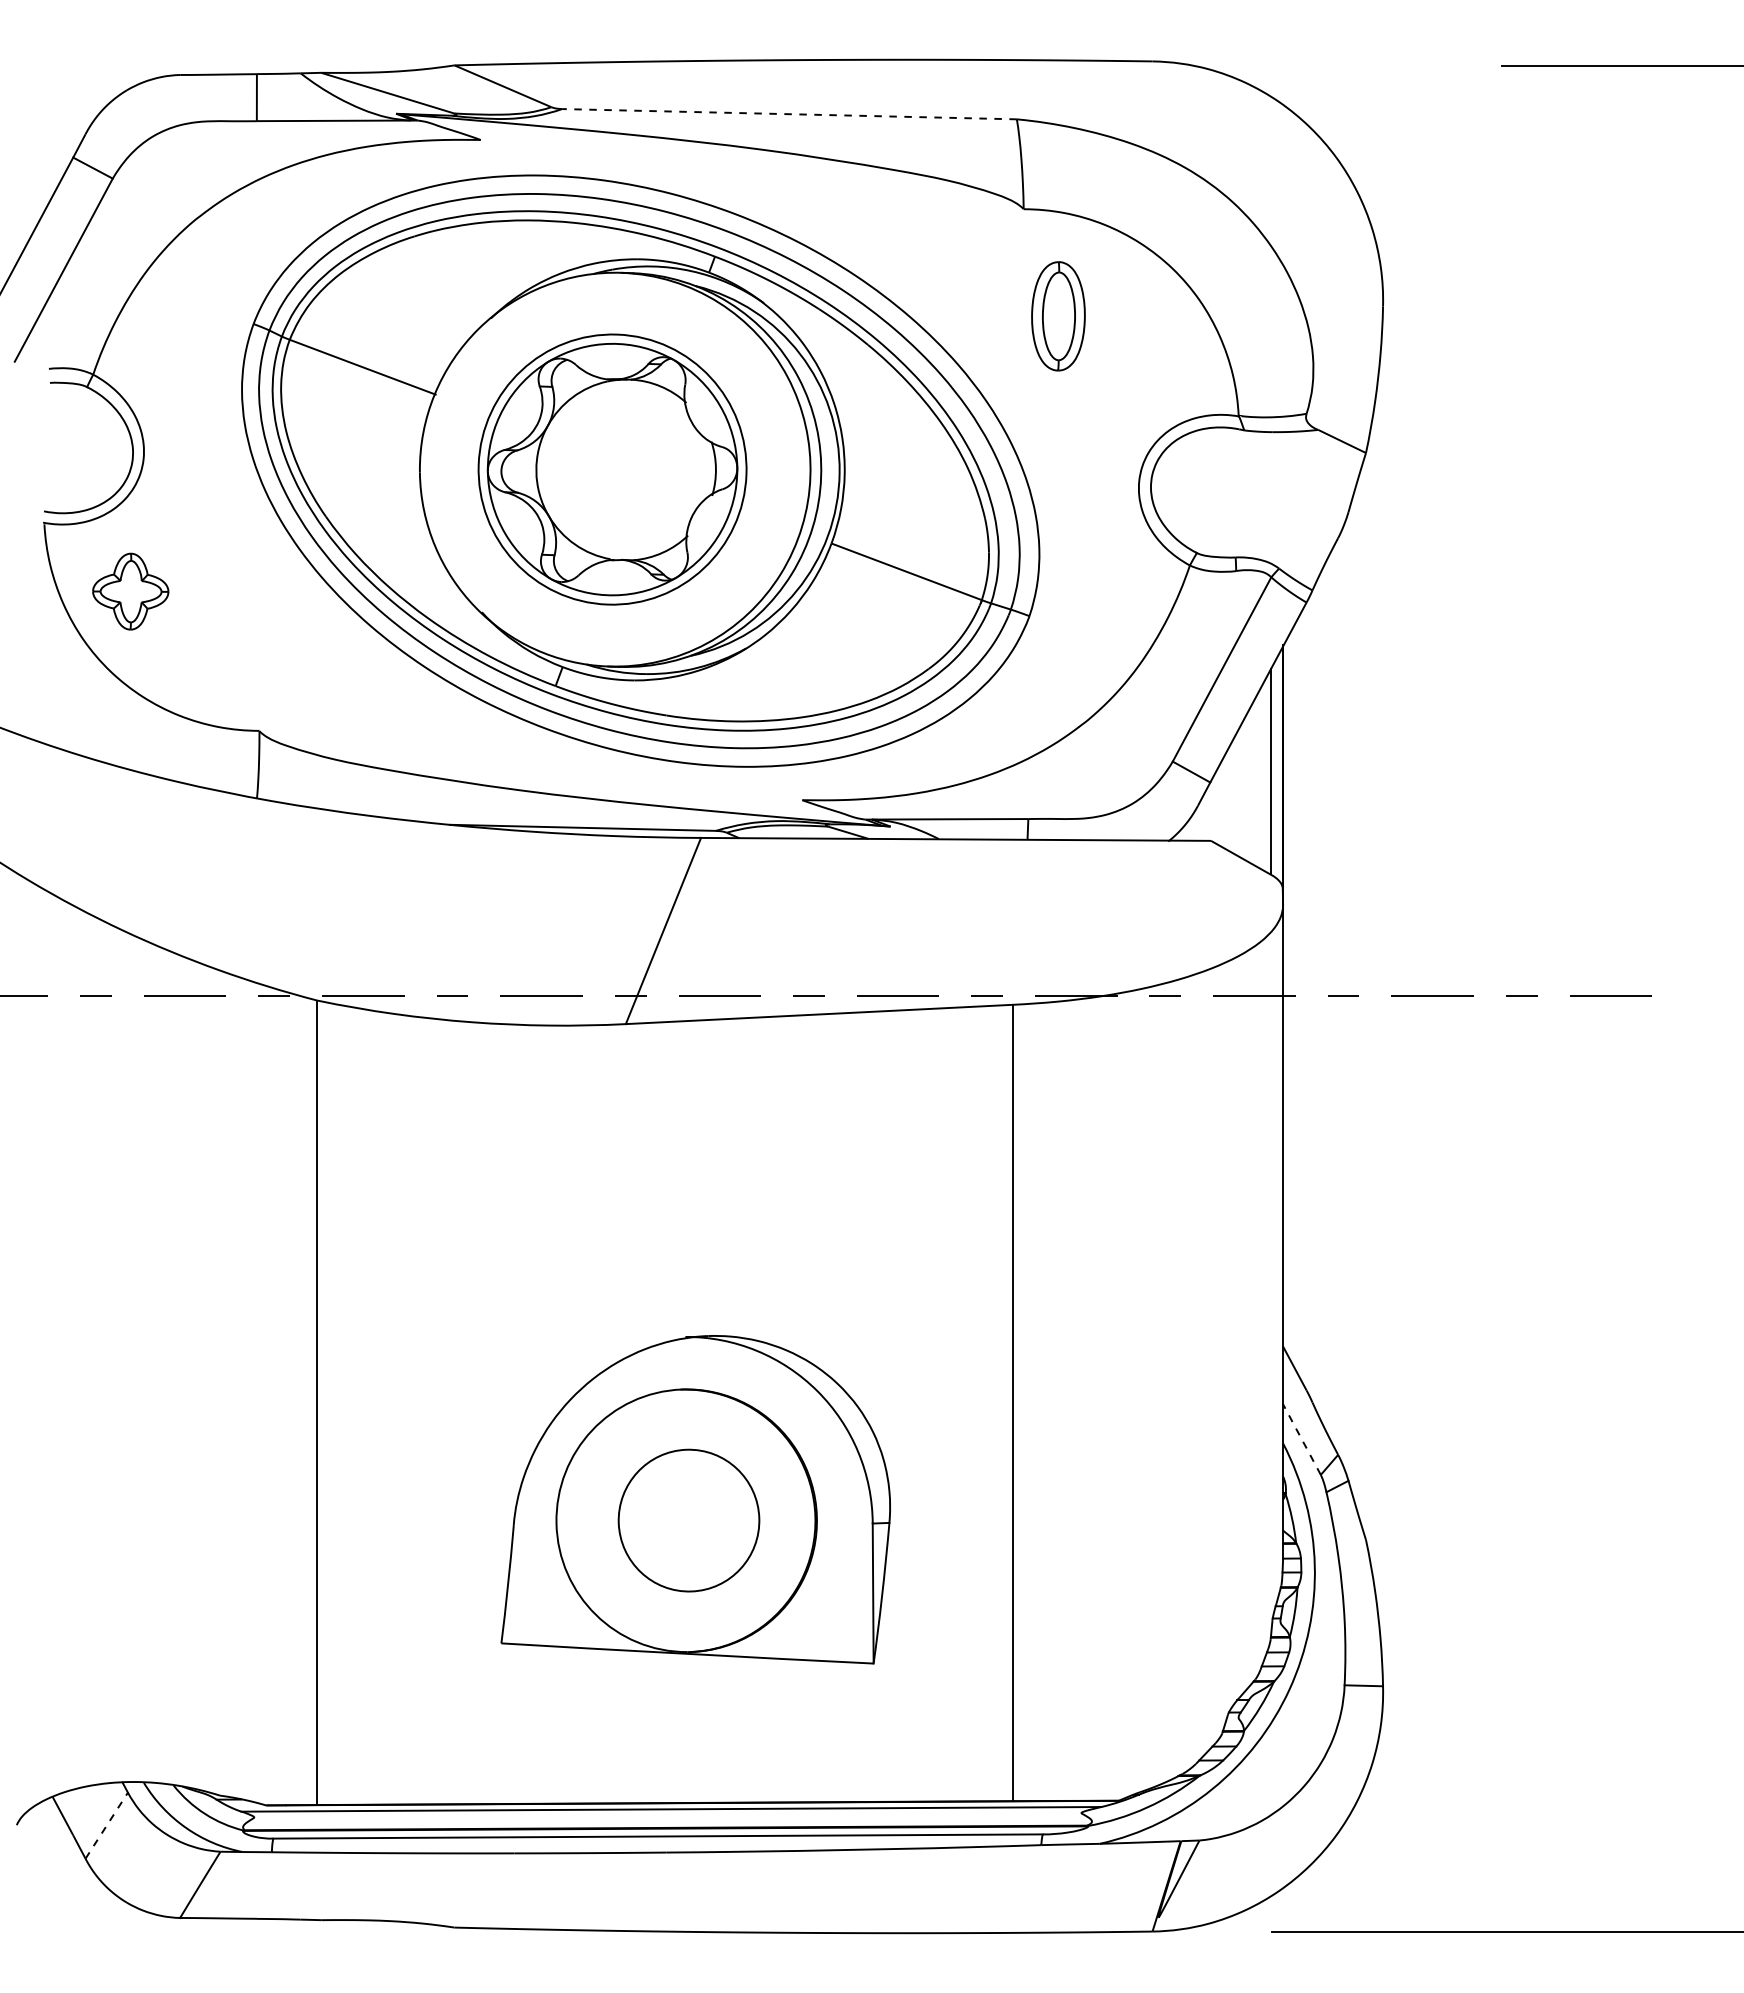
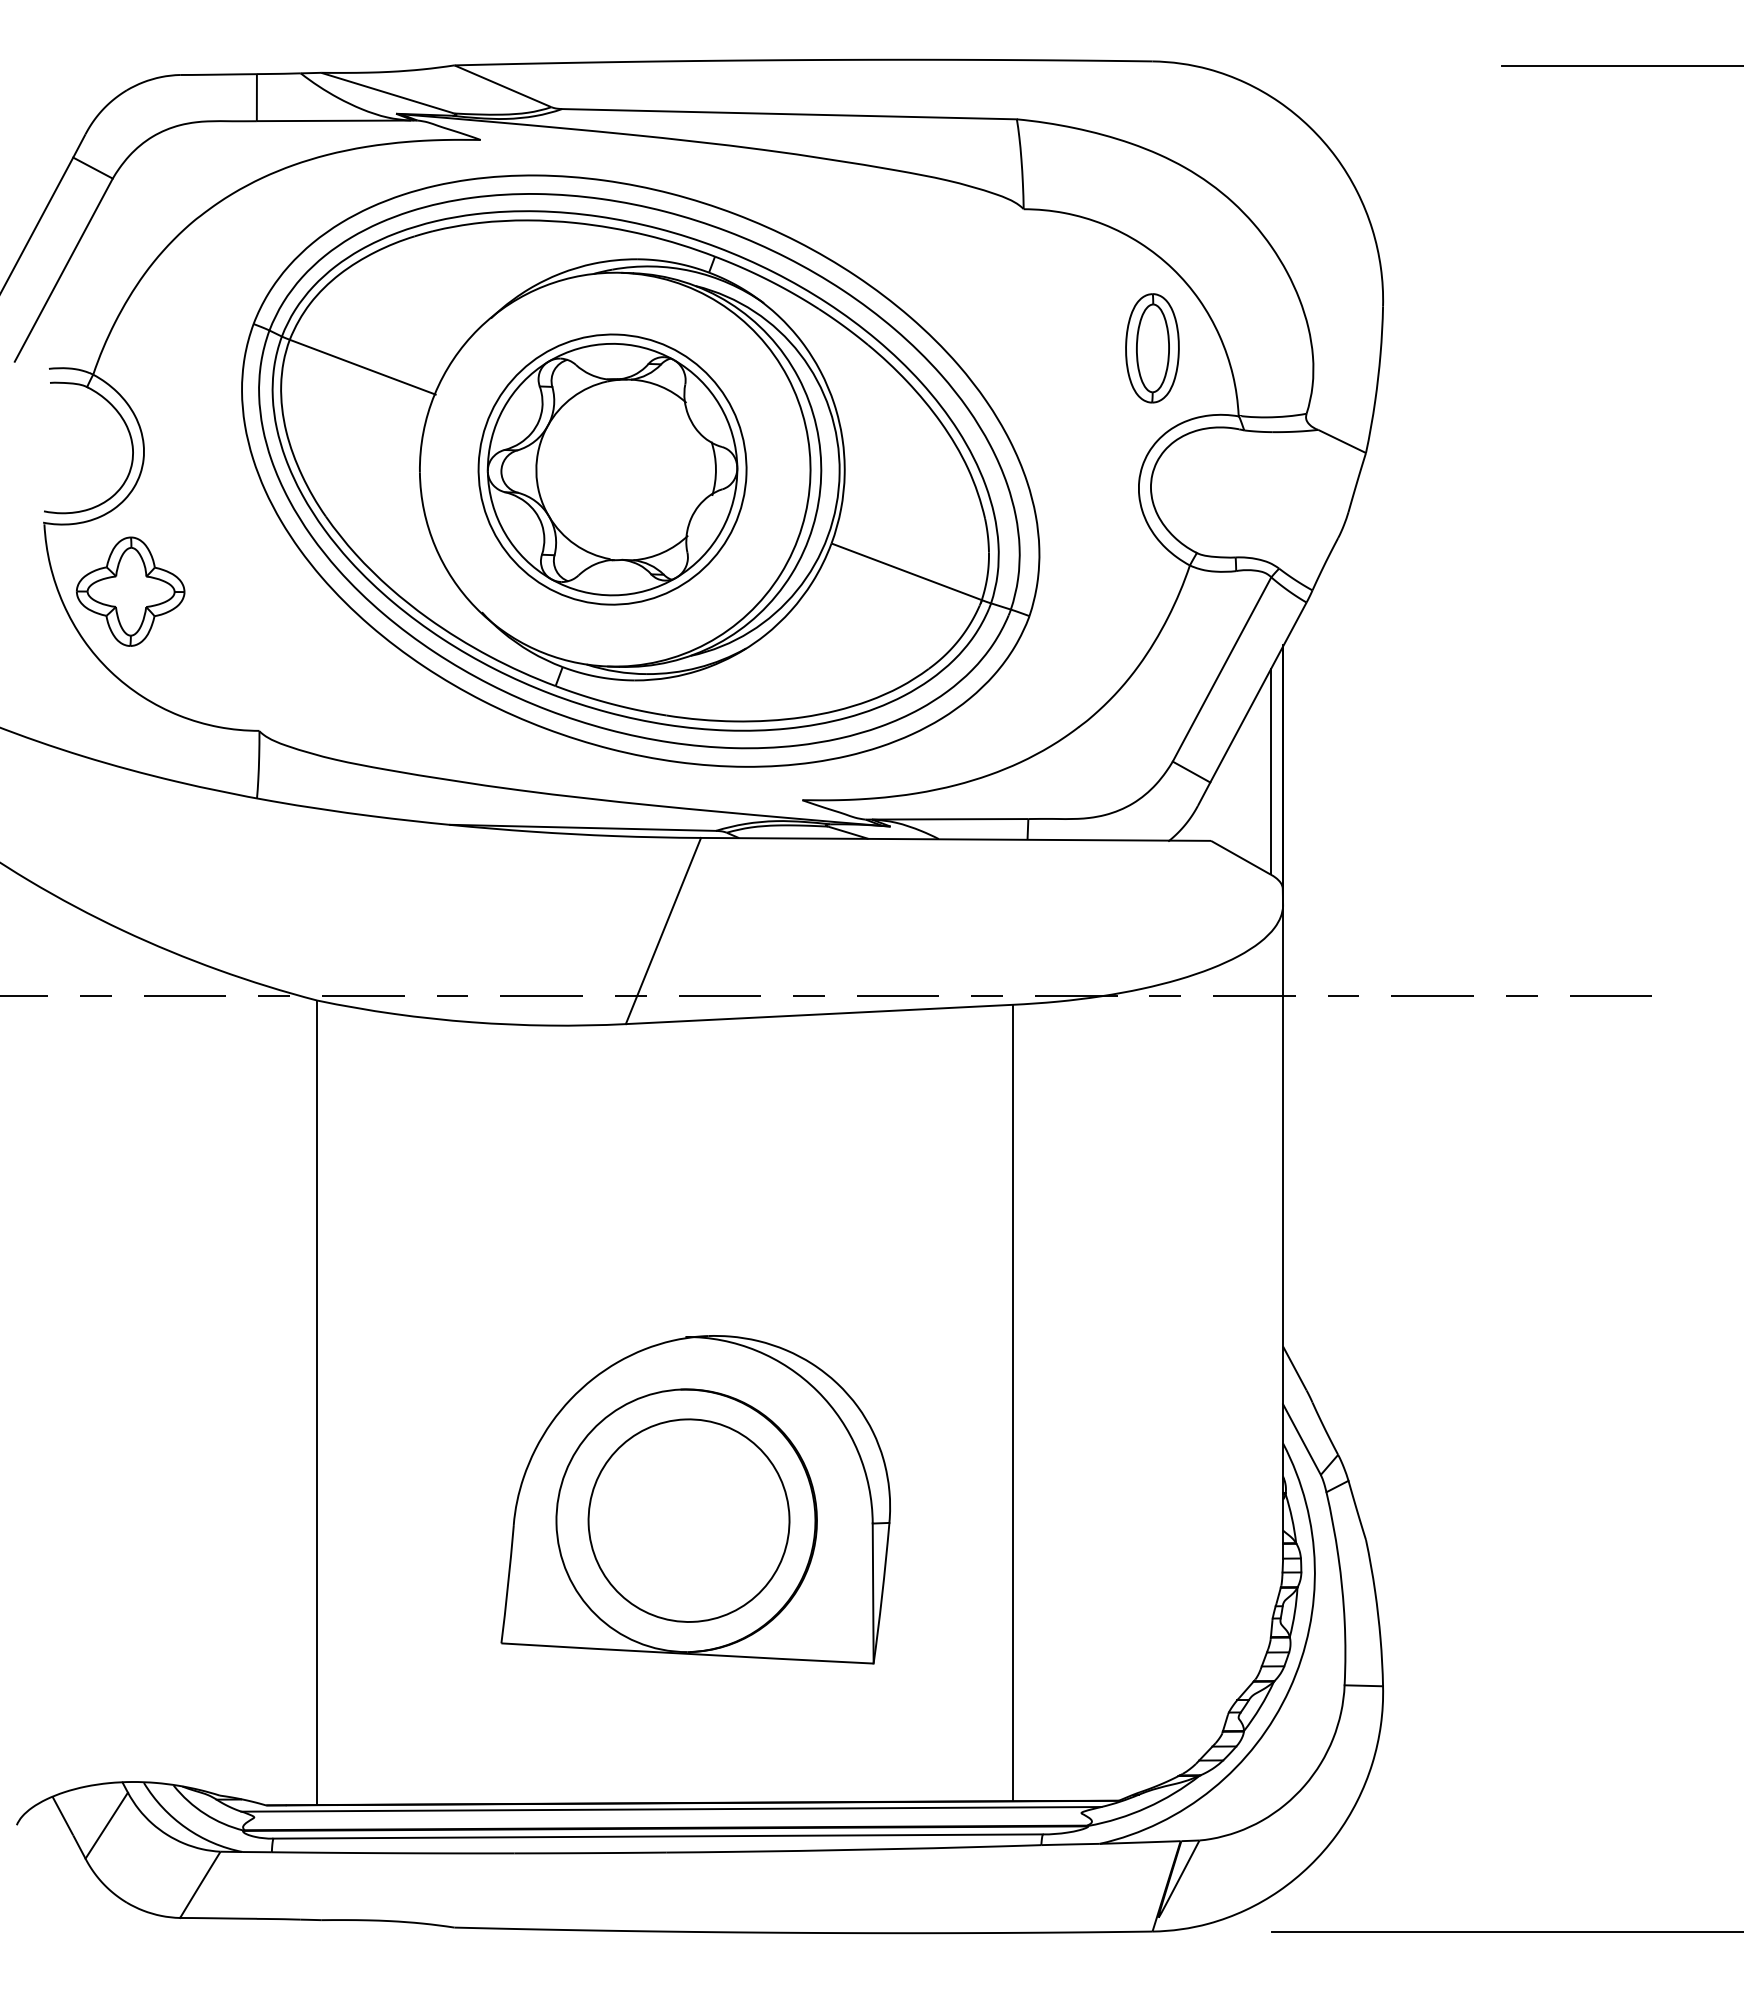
line at (789, 114): dashed -> solid
part at (1058, 316) position: (1058, 316) -> (1152, 348)
part at (130, 591) size: 78x79 px -> 110x111 px
line at (1301, 1439): dashed -> solid
part at (688, 1520) size: 144x145 px -> 204x205 px
line at (107, 1825): dashed -> solid
